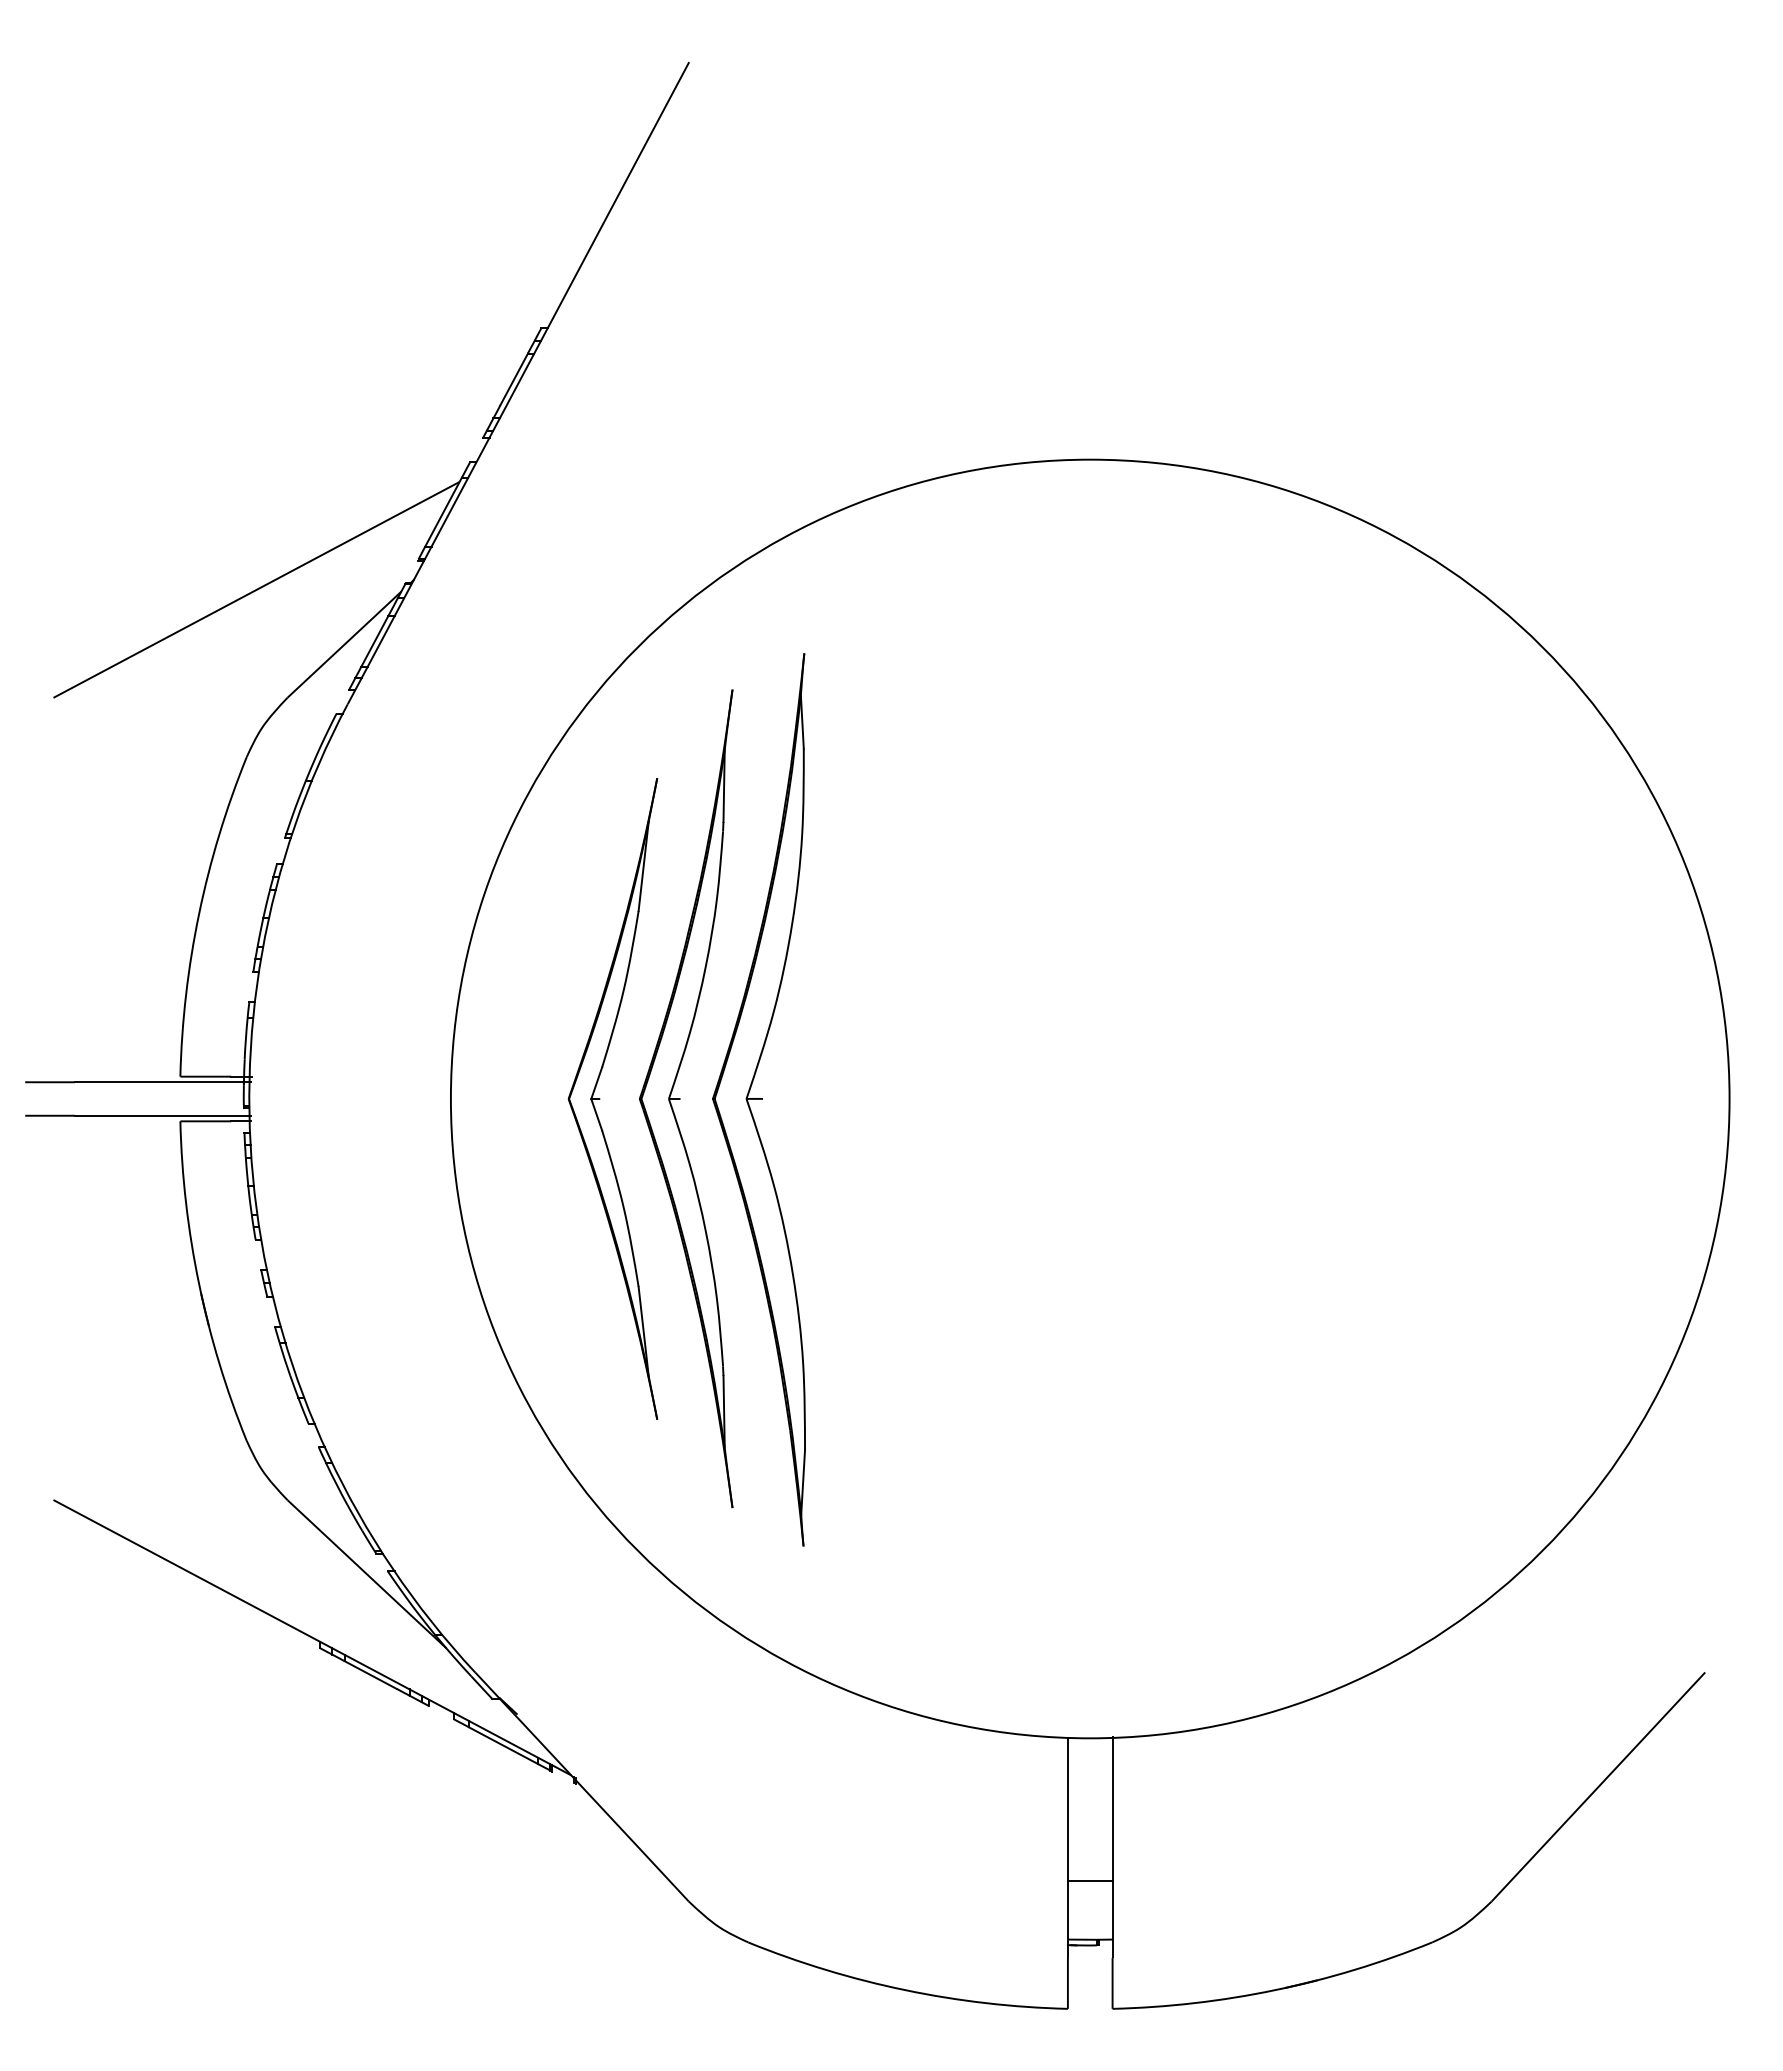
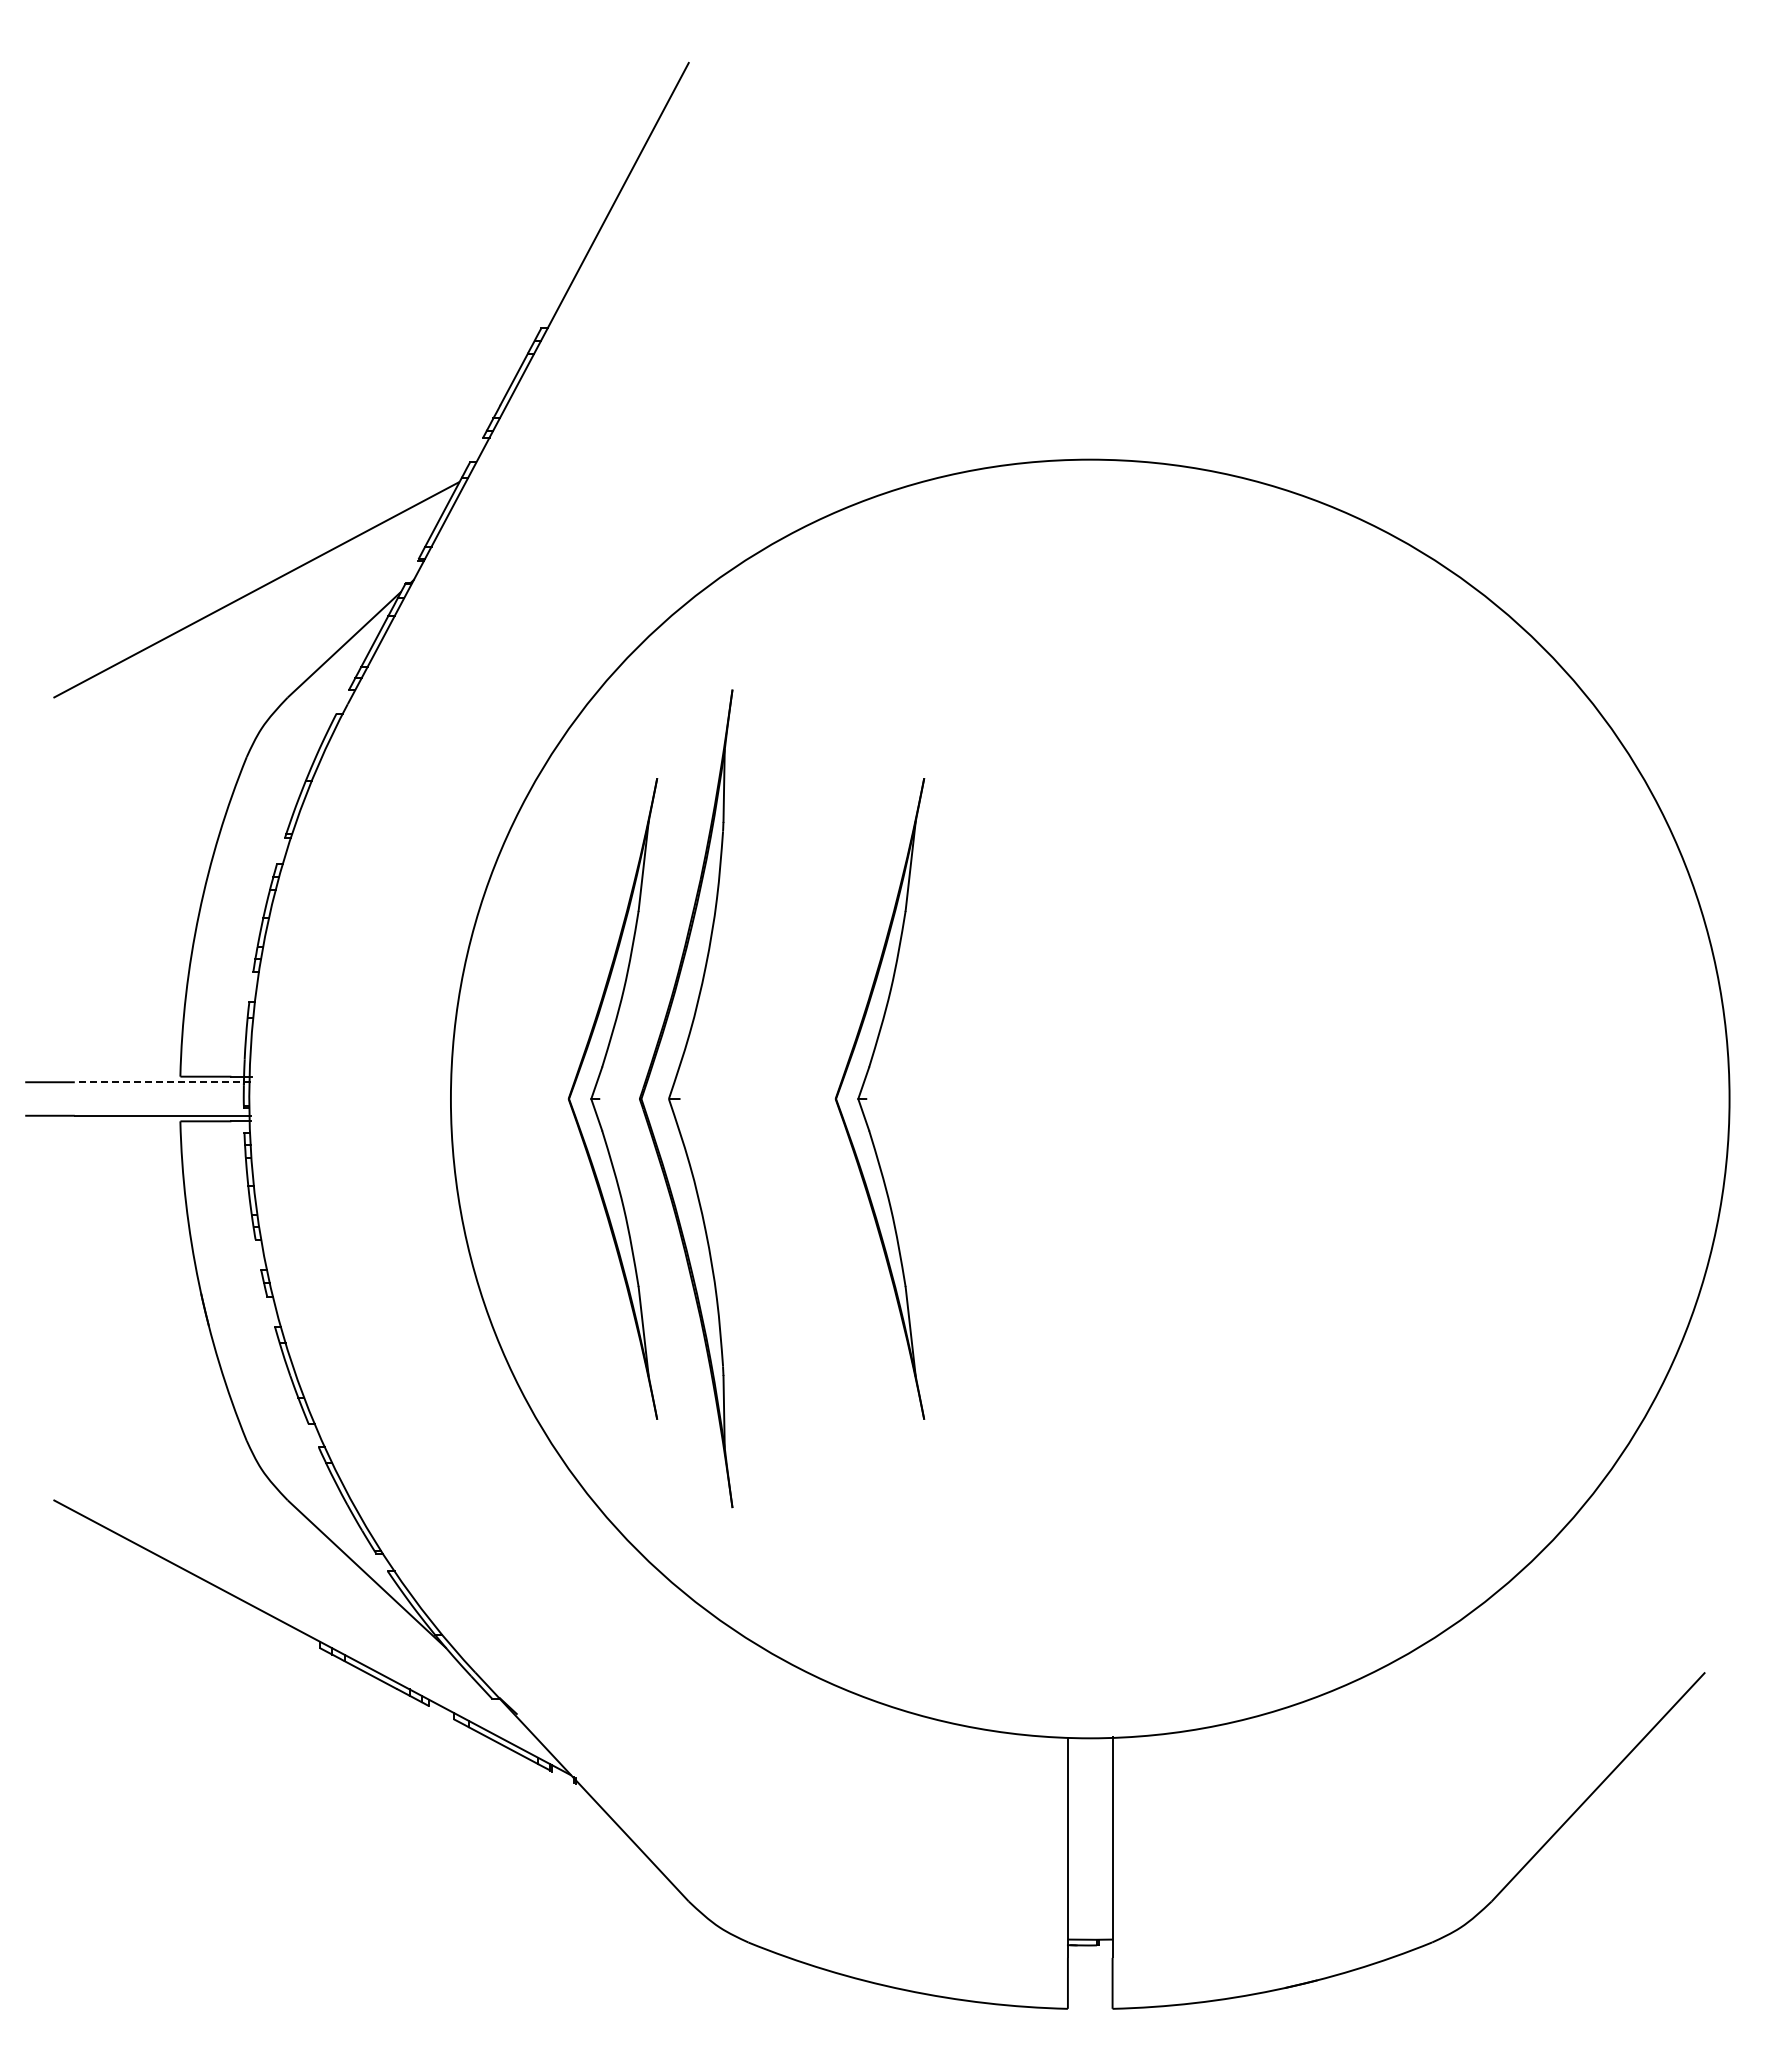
line at (162, 1082): solid -> dashed
part at (867, 1098): none -> present
part at (758, 1099): present -> none
line at (1089, 1880): present -> none
